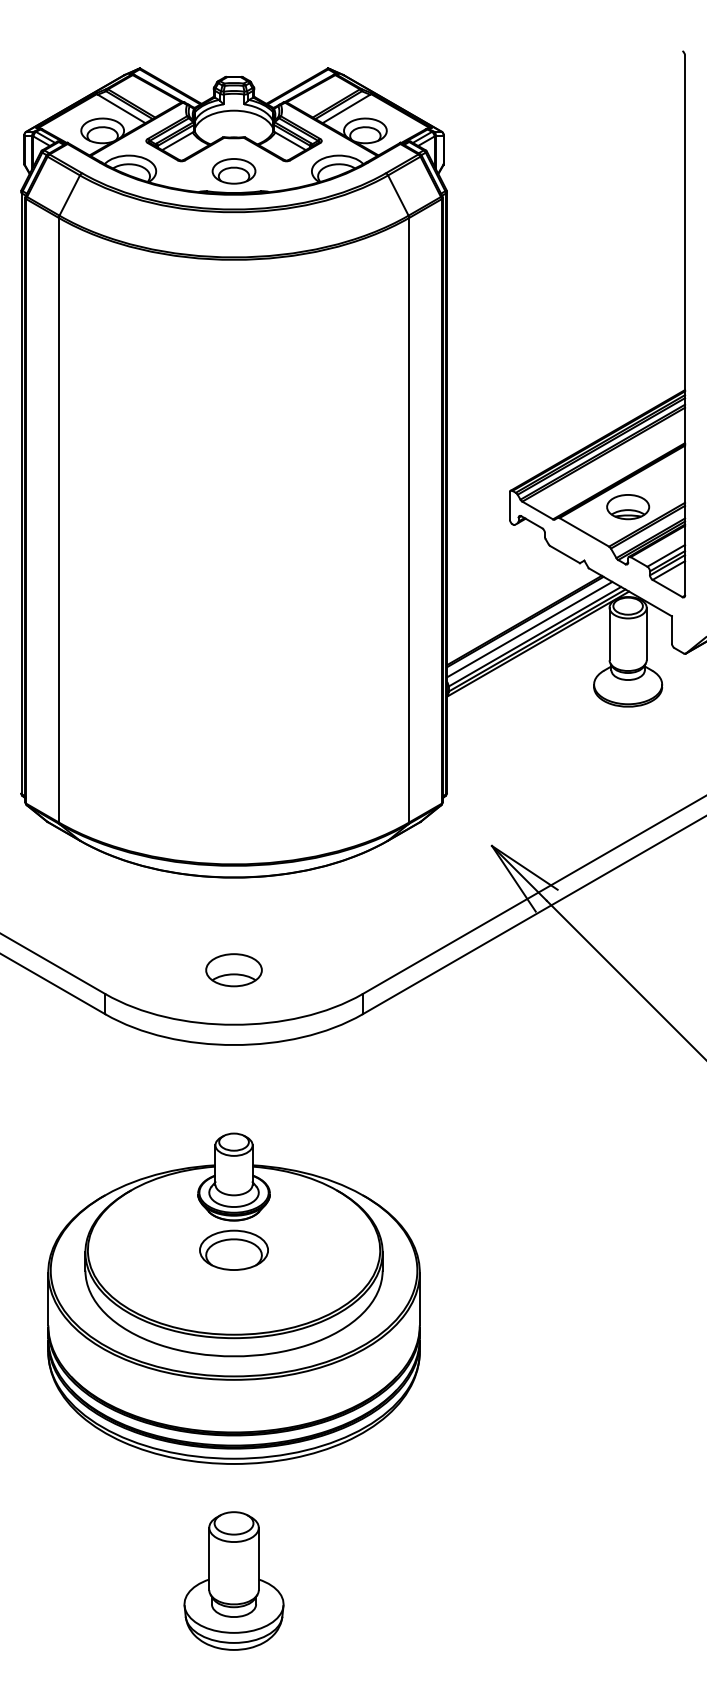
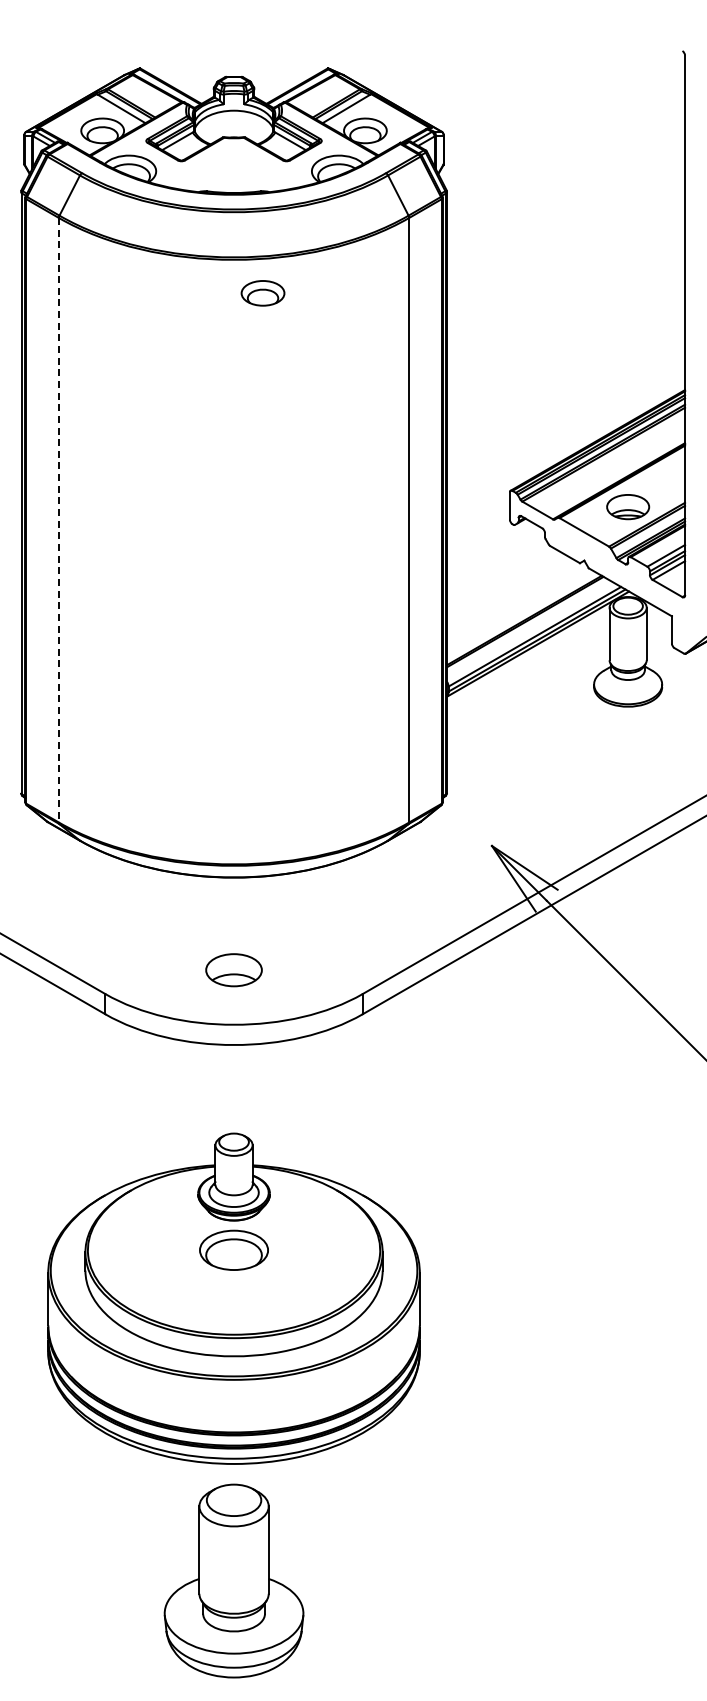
part at (233, 171) position: (233, 171) -> (262, 293)
line at (58, 520): solid -> dashed
line at (529, 629): present -> none
part at (233, 1580) size: 102x140 px -> 142x196 px
